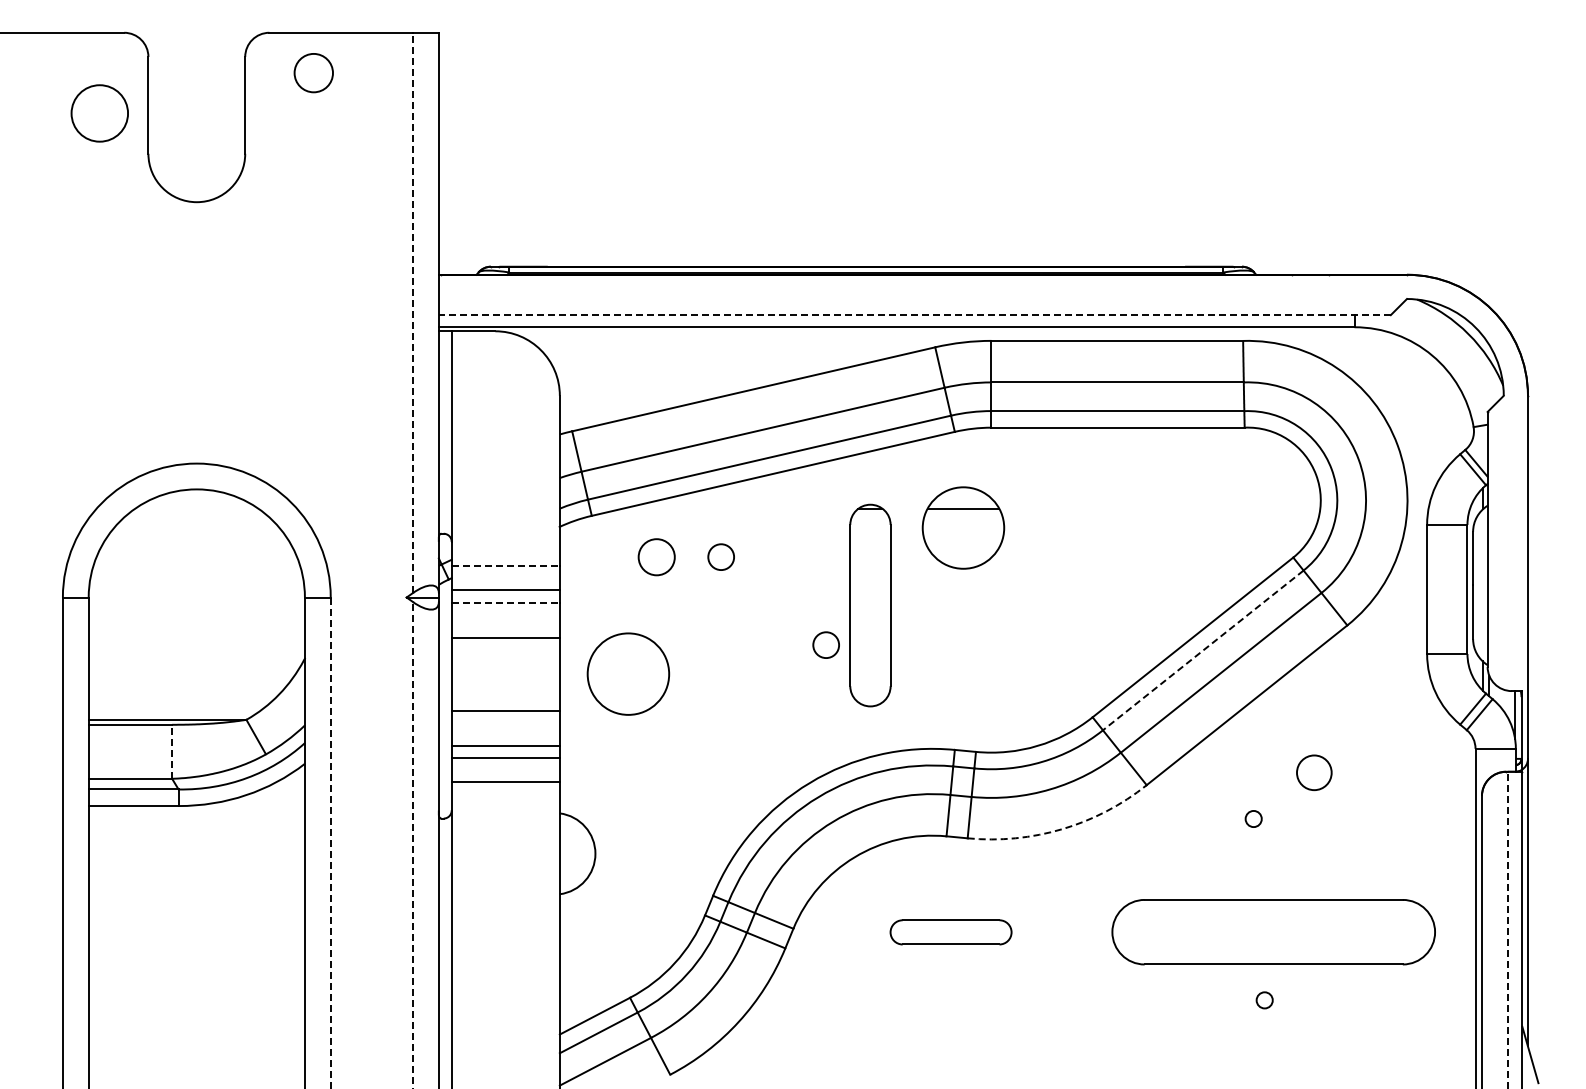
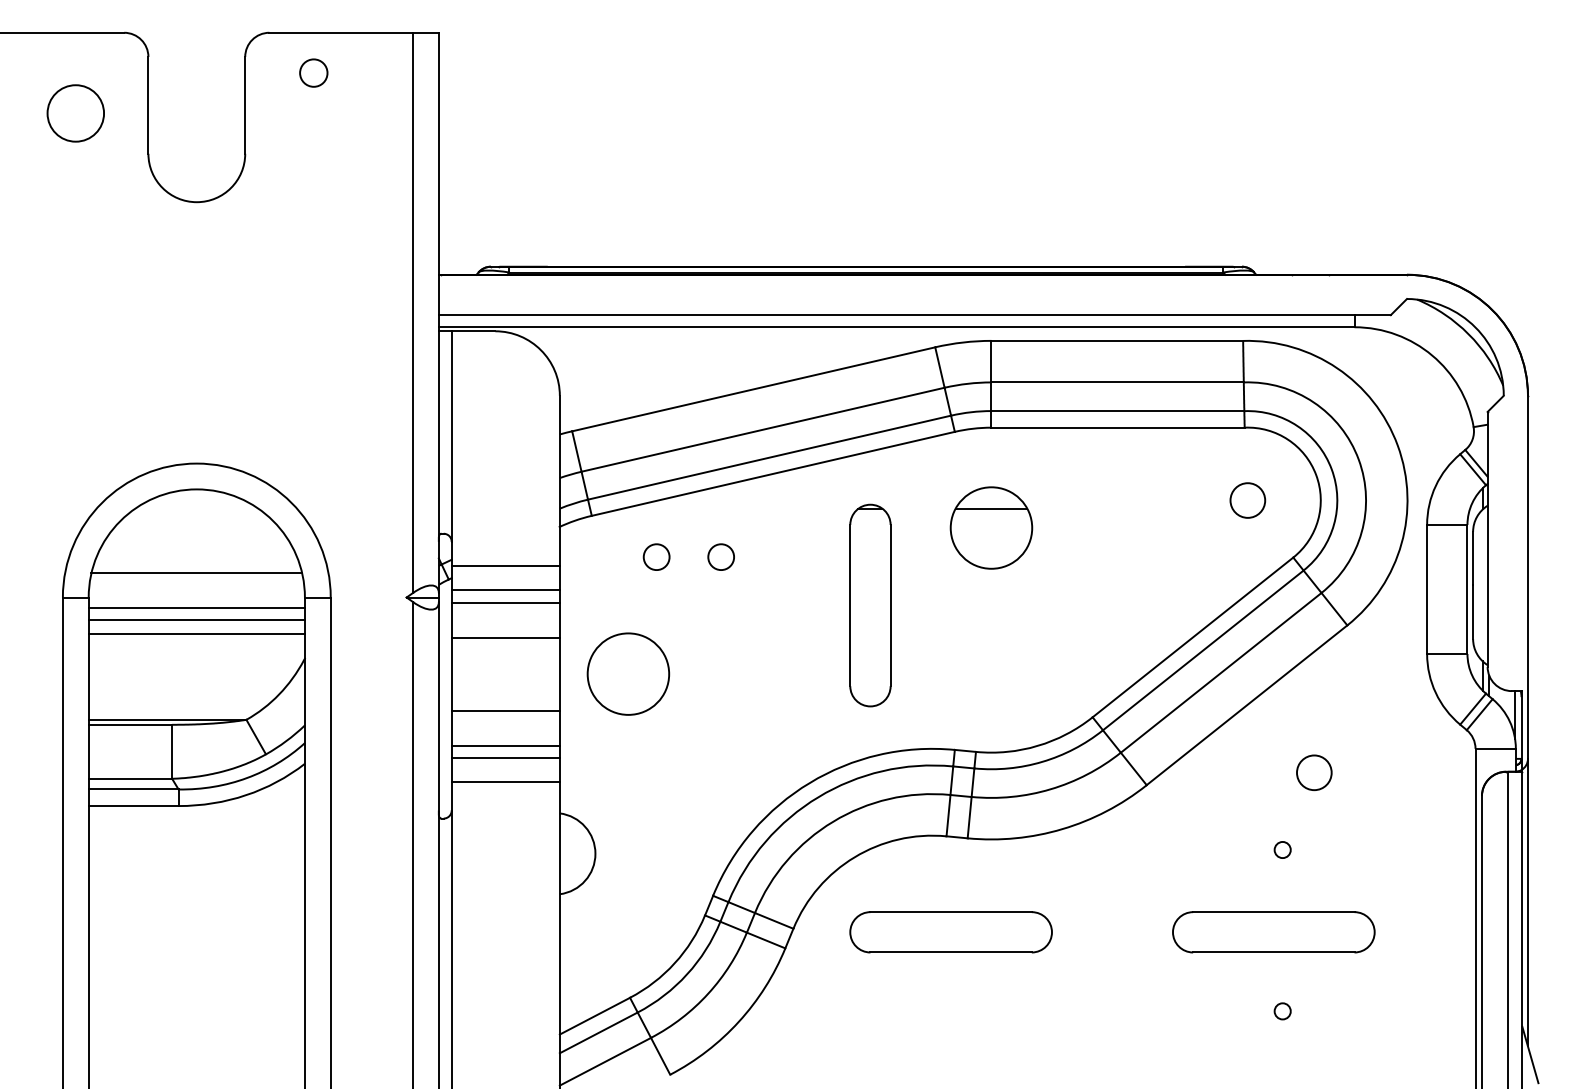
circle at (313, 72) diameter: 38 px -> 27 px
circle at (99, 113) position: (99, 113) -> (75, 113)
line at (413, 312): dashed -> solid
line at (914, 315): dashed -> solid
circle at (1247, 500): none -> present
part at (963, 527) position: (963, 527) -> (991, 527)
circle at (656, 557) size: 39x39 px -> 29x28 px
line at (506, 566): dashed -> solid
line at (196, 573): none -> present
line at (506, 602): dashed -> solid
line at (196, 607): none -> present
line at (196, 620): none -> present
line at (196, 633): none -> present
circle at (825, 644): present -> none
line at (1202, 650): dashed -> solid
line at (172, 751): dashed -> solid
circle at (1253, 818) position: (1253, 818) -> (1282, 849)
arc at (1062, 829): dashed -> solid
line at (330, 843): dashed -> solid
line at (413, 844): dashed -> solid
line at (1507, 929): dashed -> solid
part at (950, 932) size: 124x27 px -> 204x43 px
part at (1273, 932) size: 325x67 px -> 204x43 px
circle at (1264, 1000) position: (1264, 1000) -> (1282, 1011)
